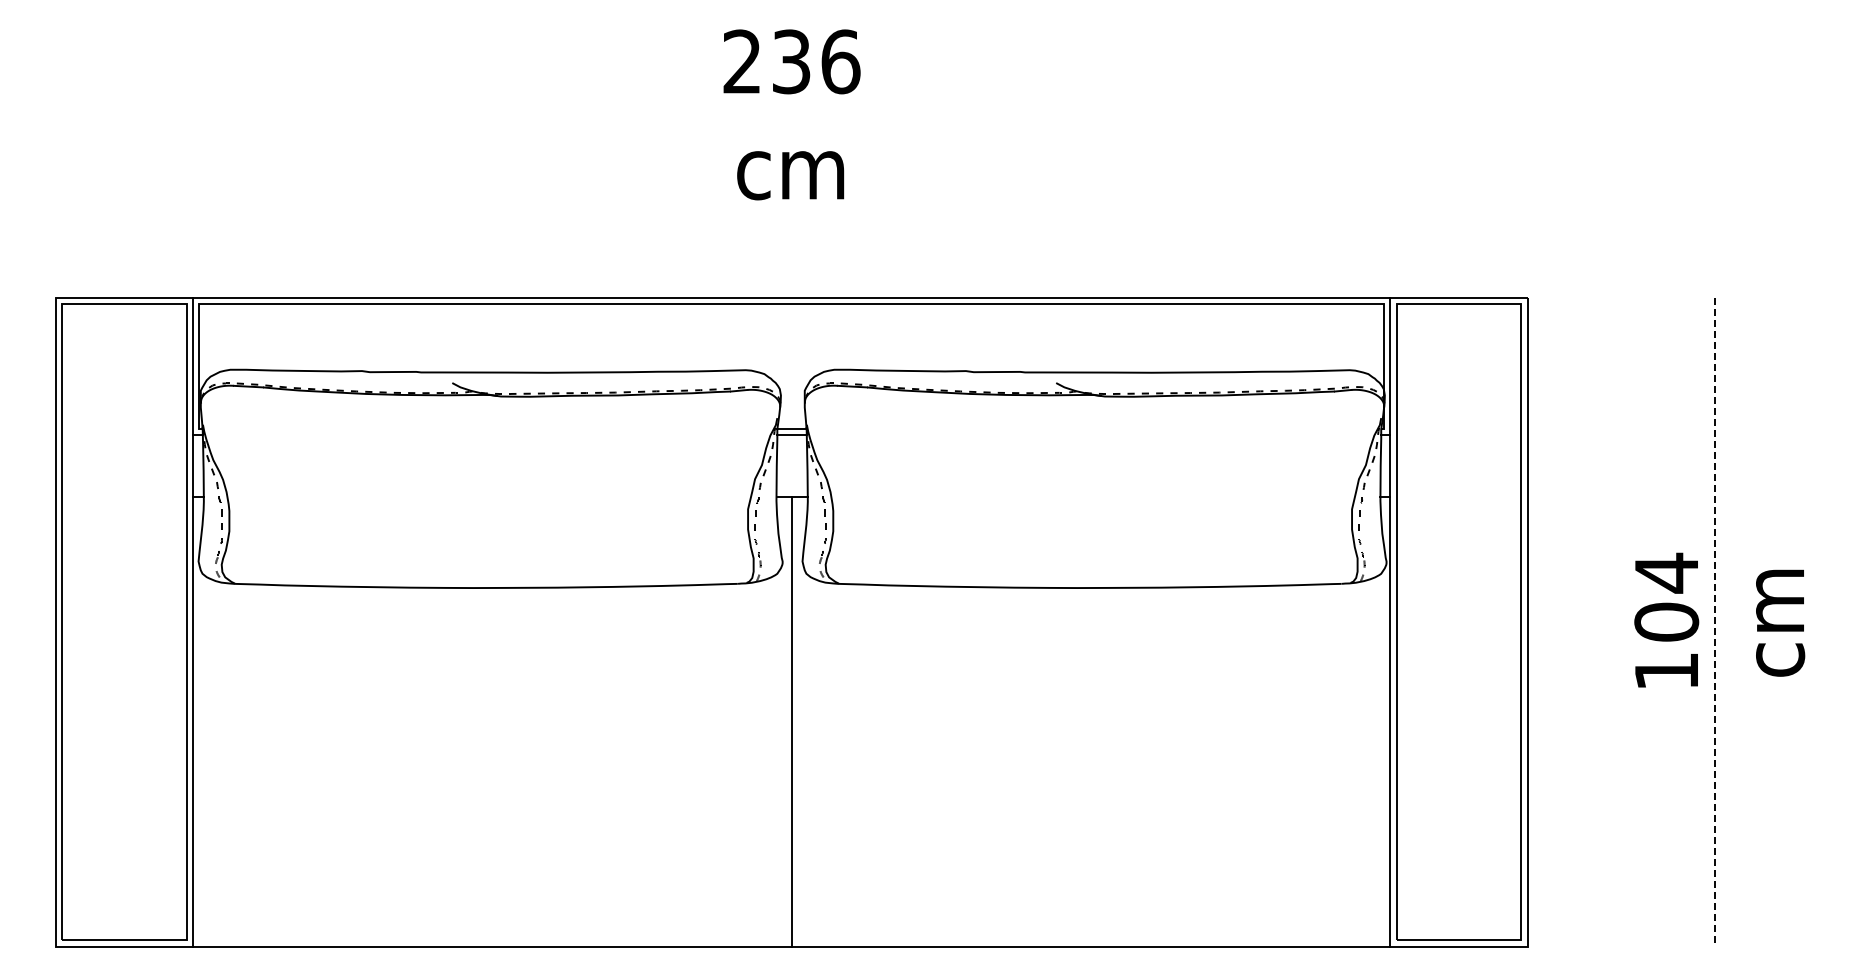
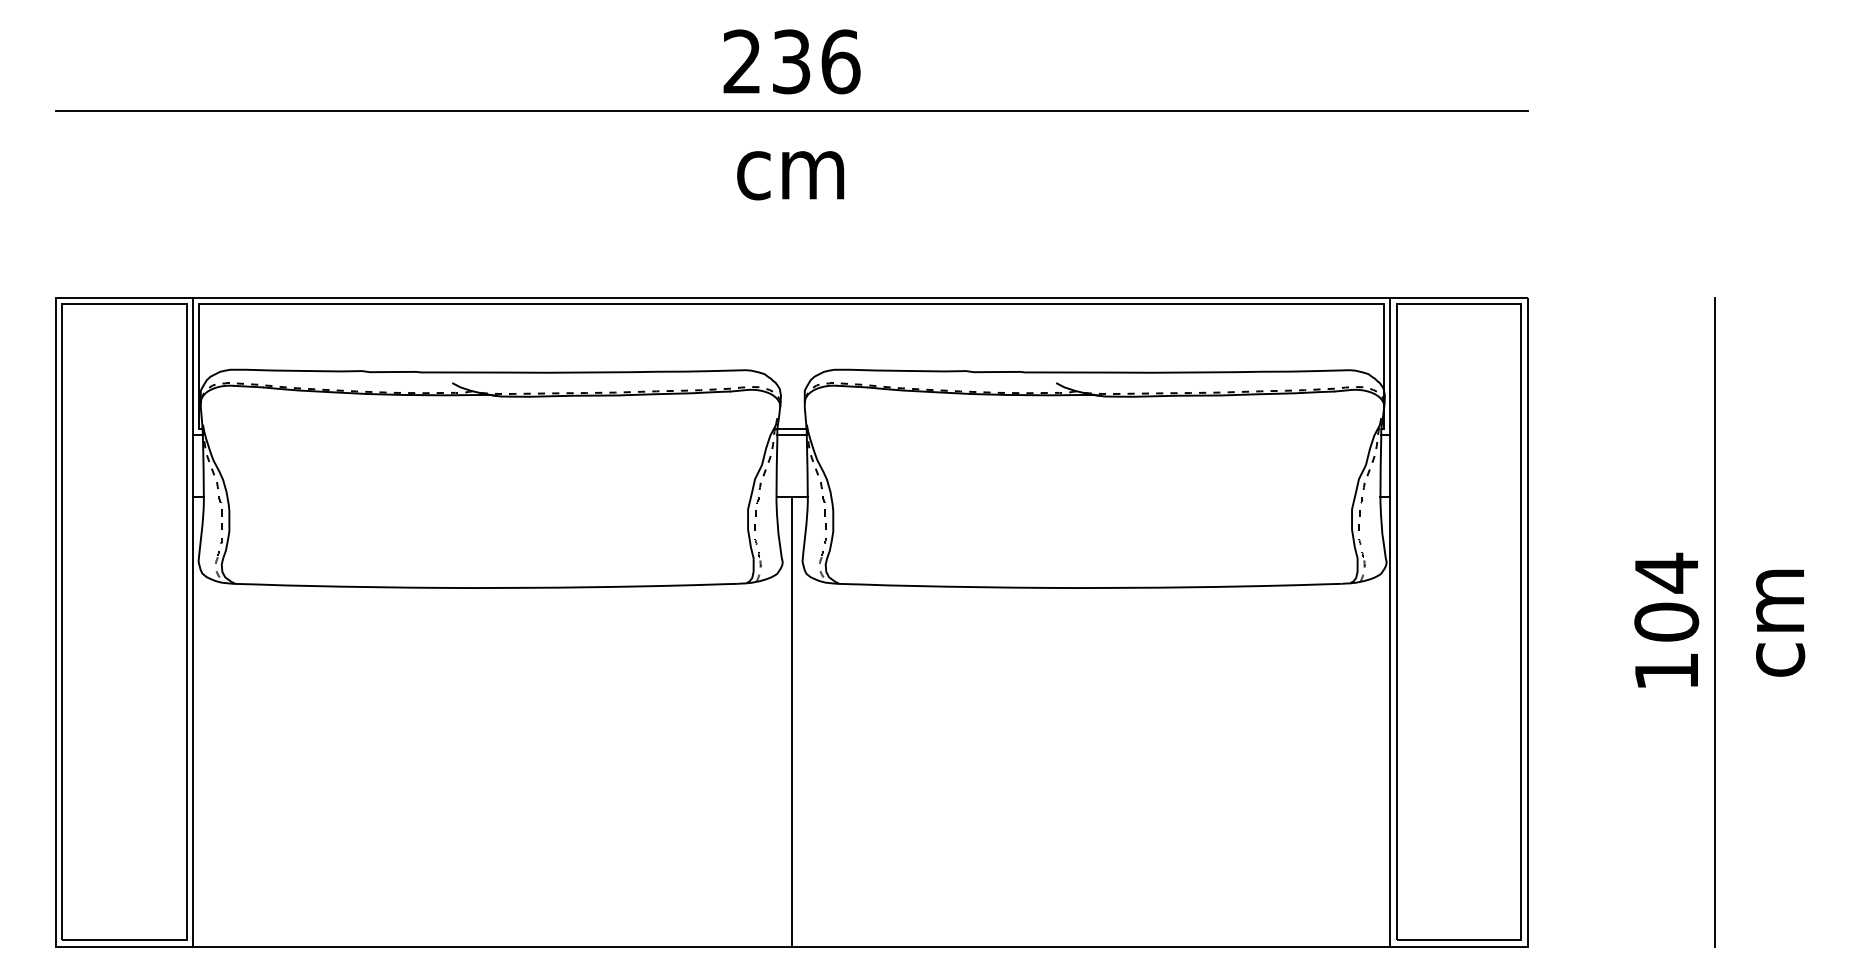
line at (791, 110): none -> present
line at (1714, 622): dashed -> solid
